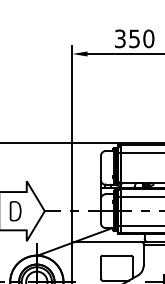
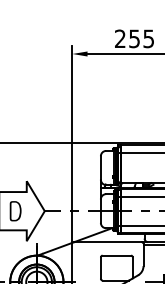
text at (134, 38): 350 -> 255
